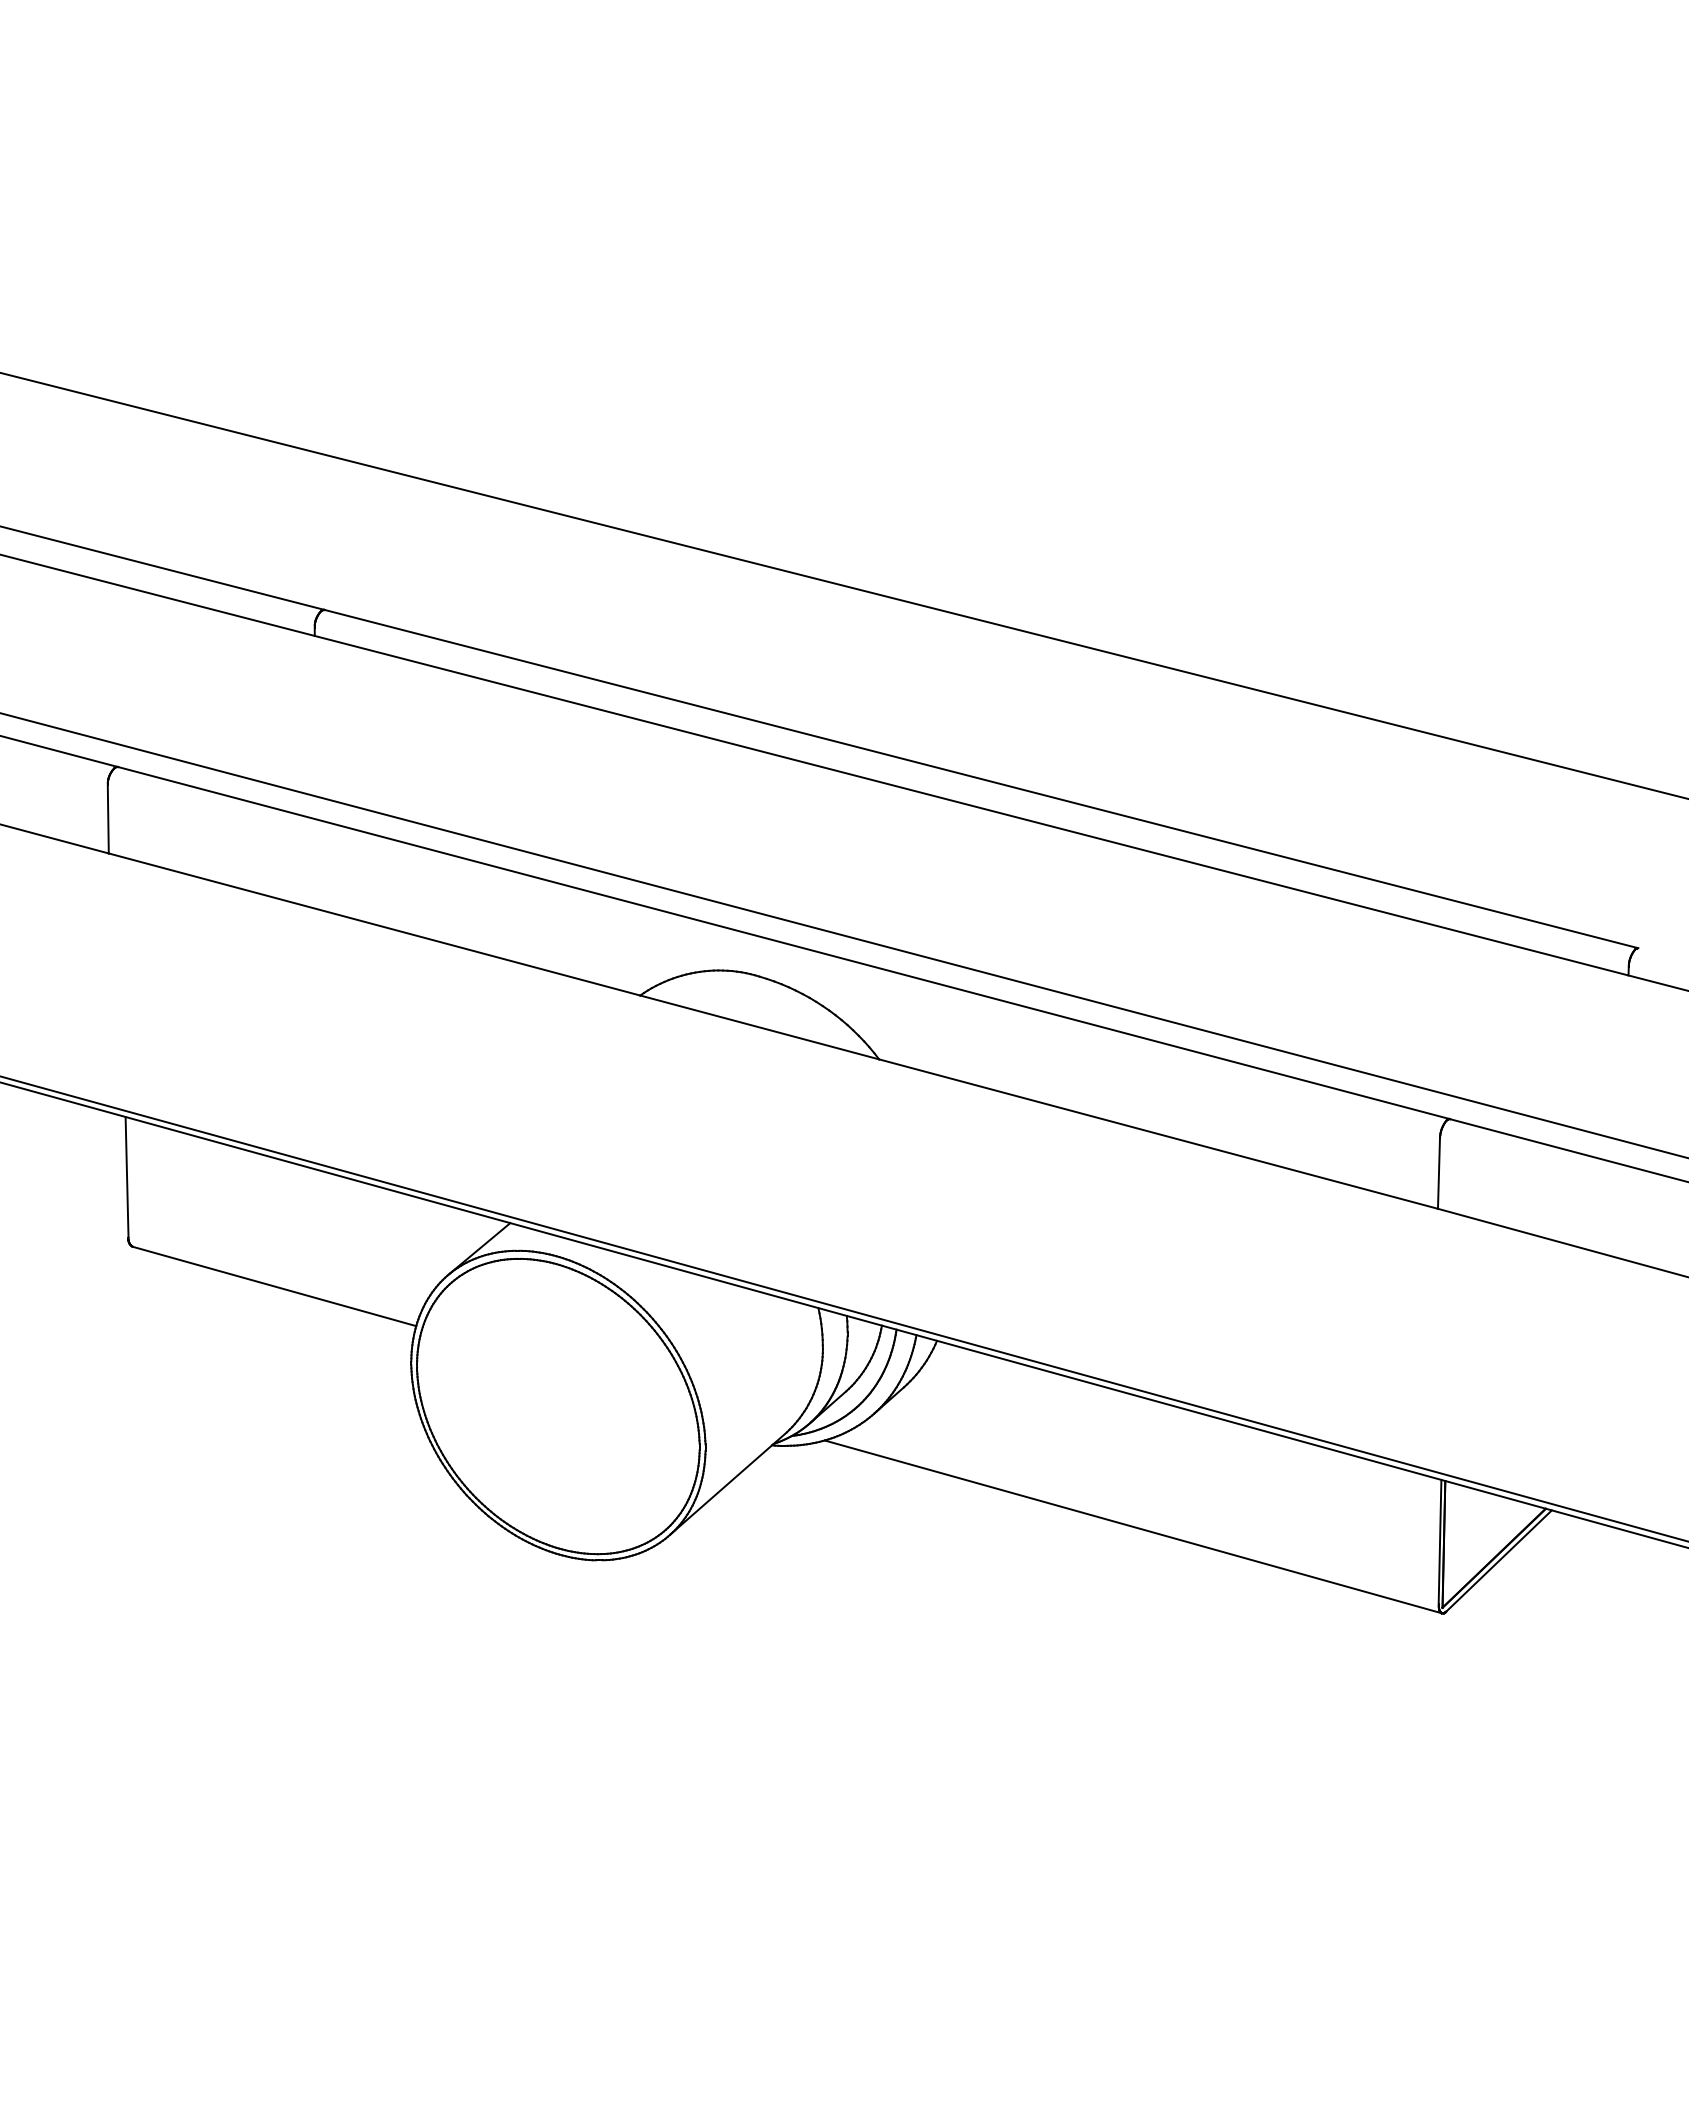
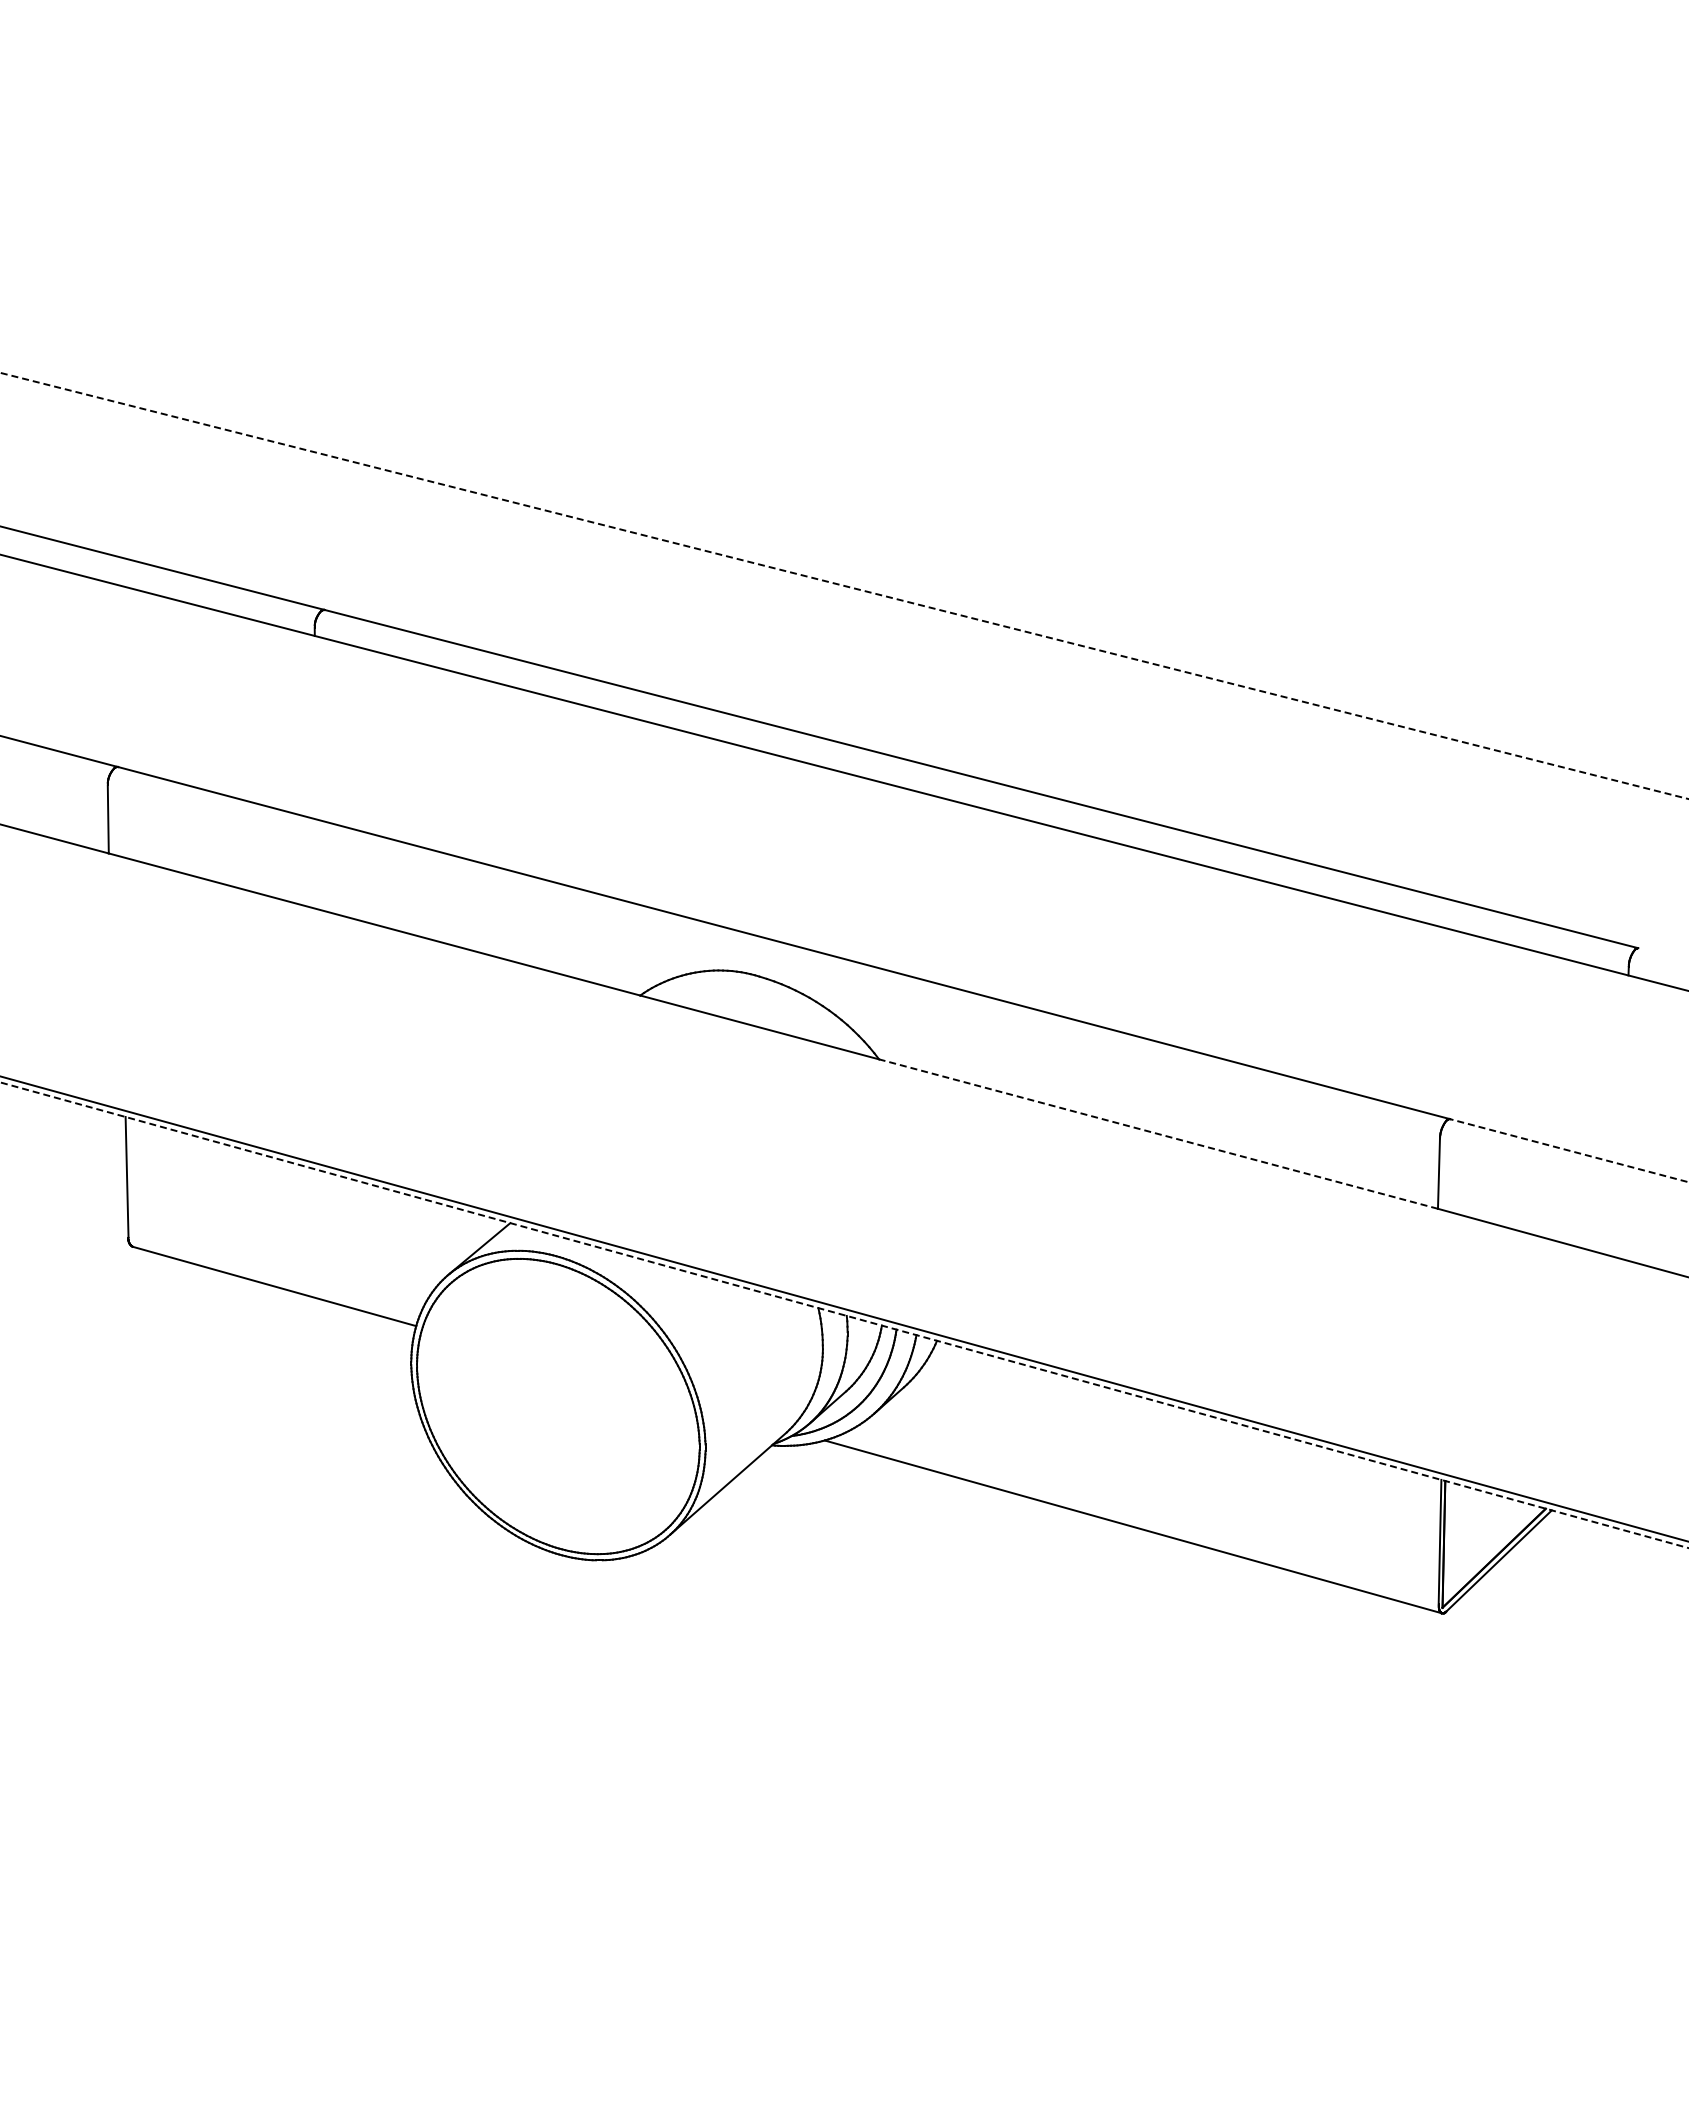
line at (843, 585): solid -> dashed
line at (843, 935): present -> none
line at (1158, 1133): solid -> dashed
line at (1569, 1150): solid -> dashed
line at (845, 1315): solid -> dashed
